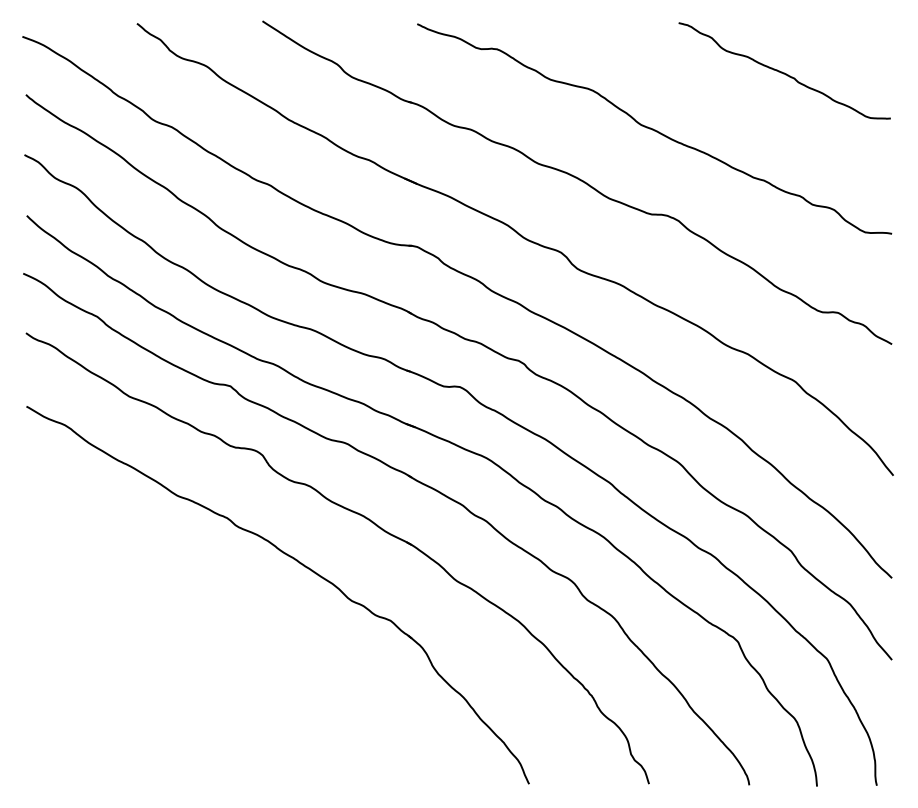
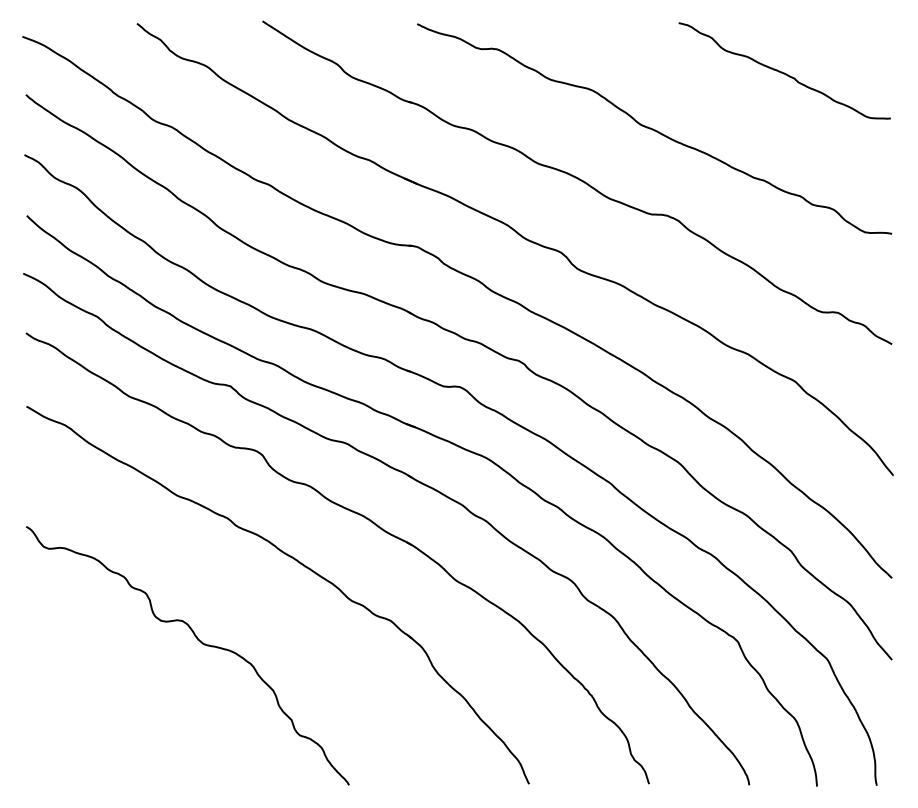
curve at (197, 640): none -> present
